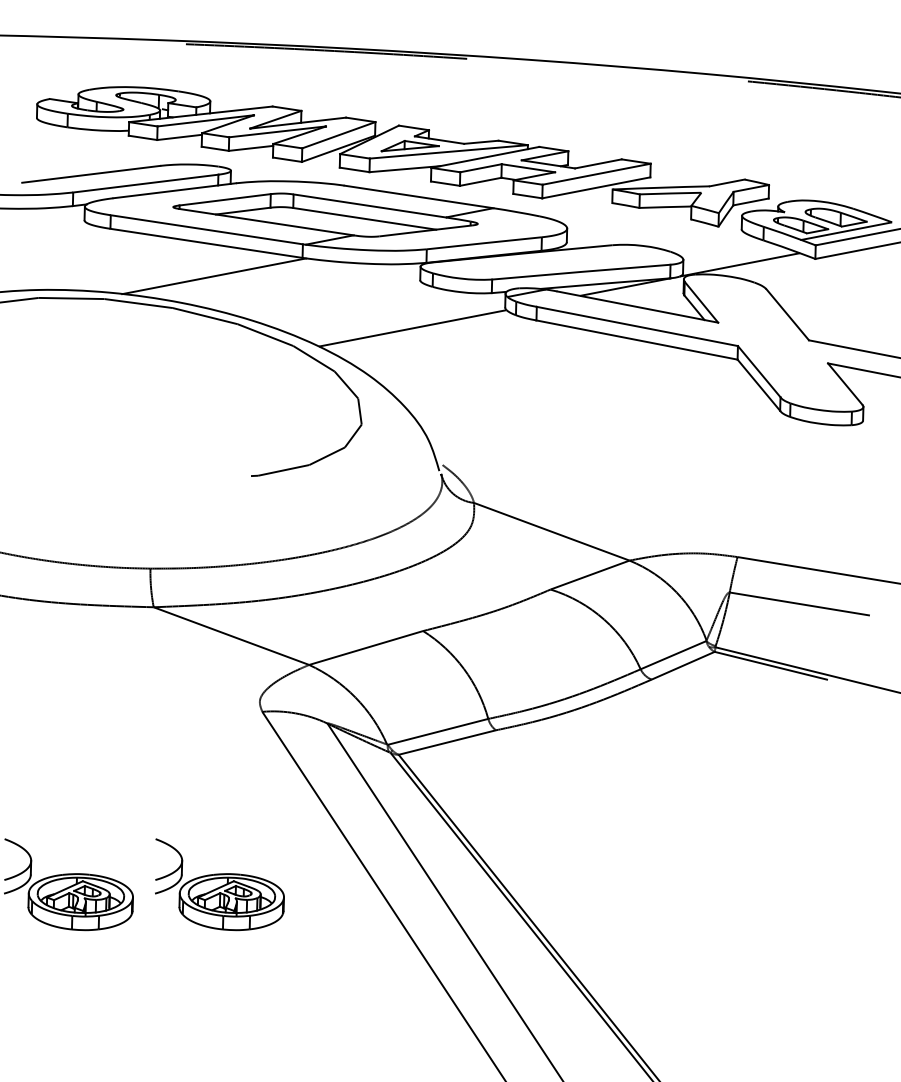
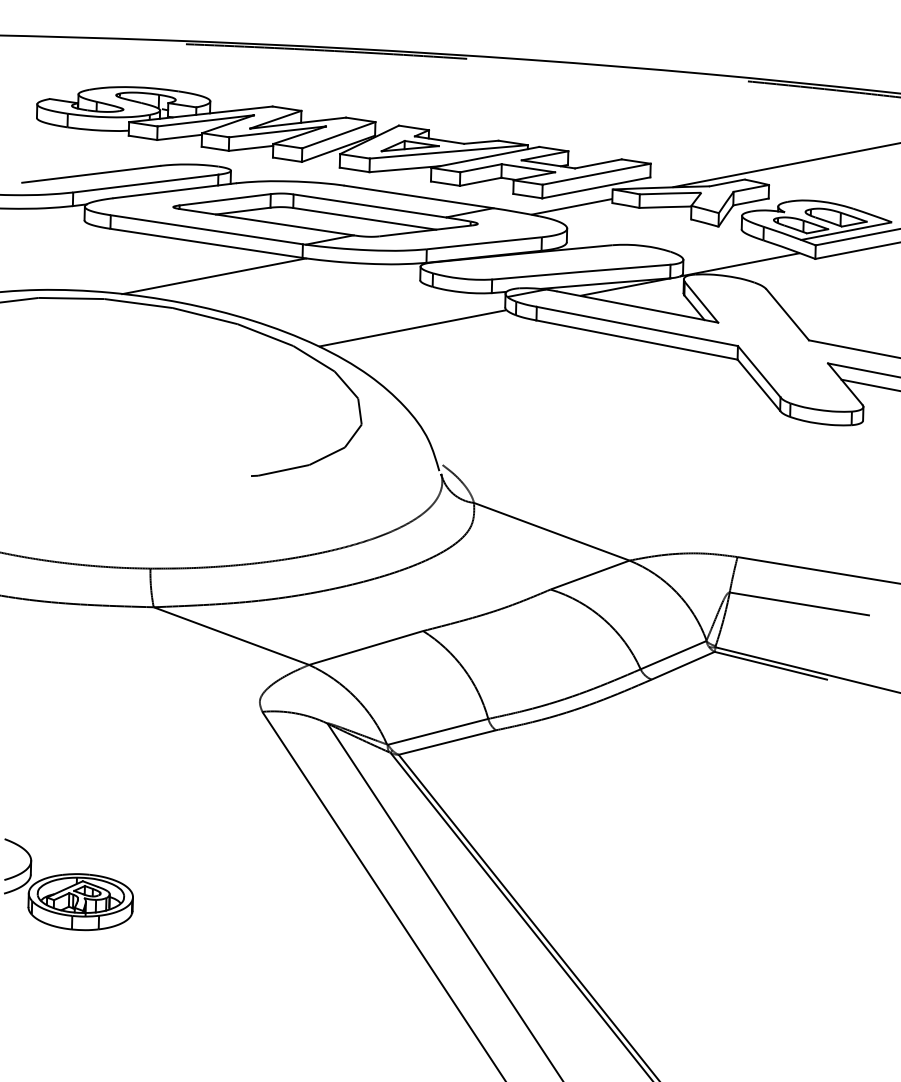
line at (784, 165): none -> present
line at (571, 206): none -> present
line at (869, 384): none -> present
part at (219, 884): present -> none
